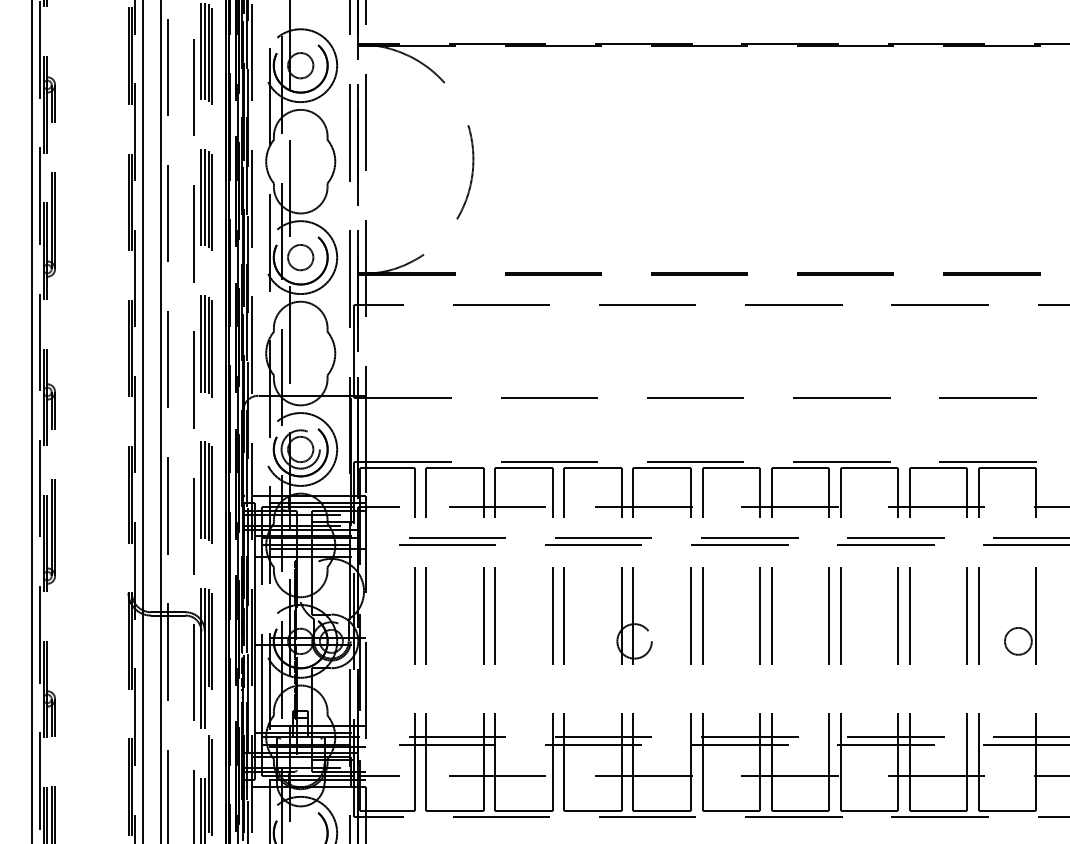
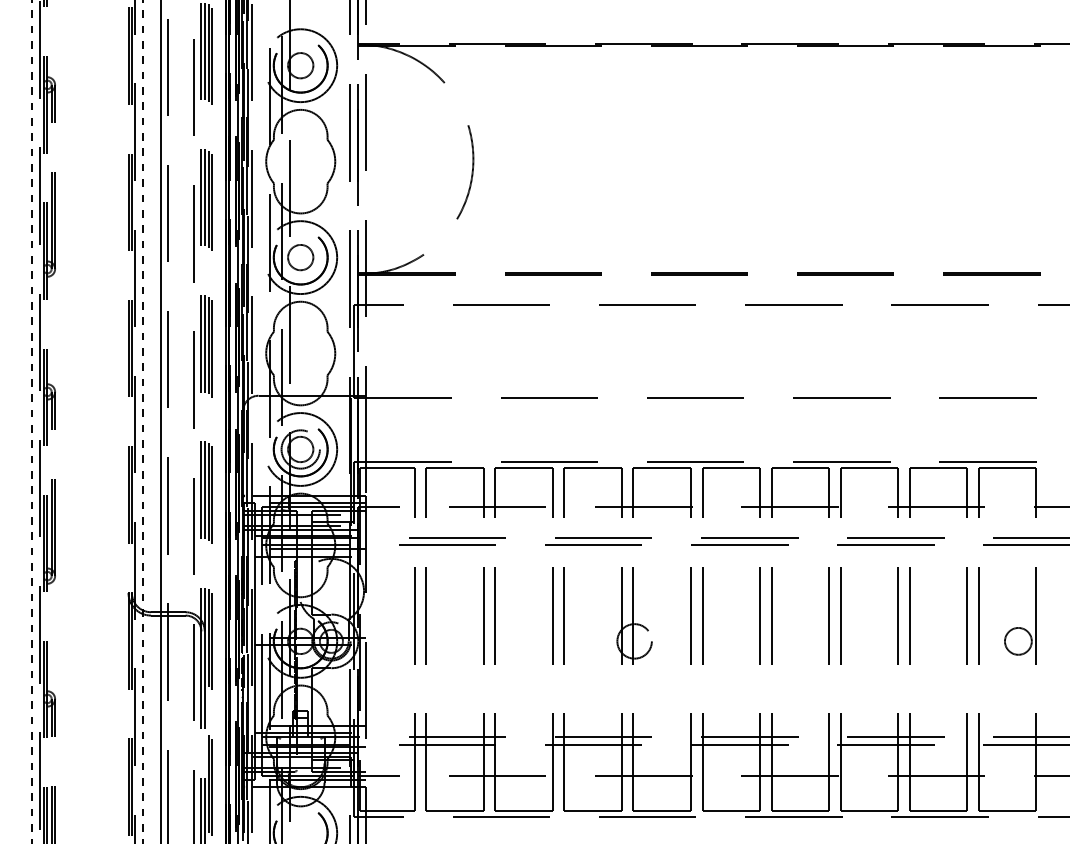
line at (32, 422): solid -> dashed
line at (142, 422): solid -> dashed
